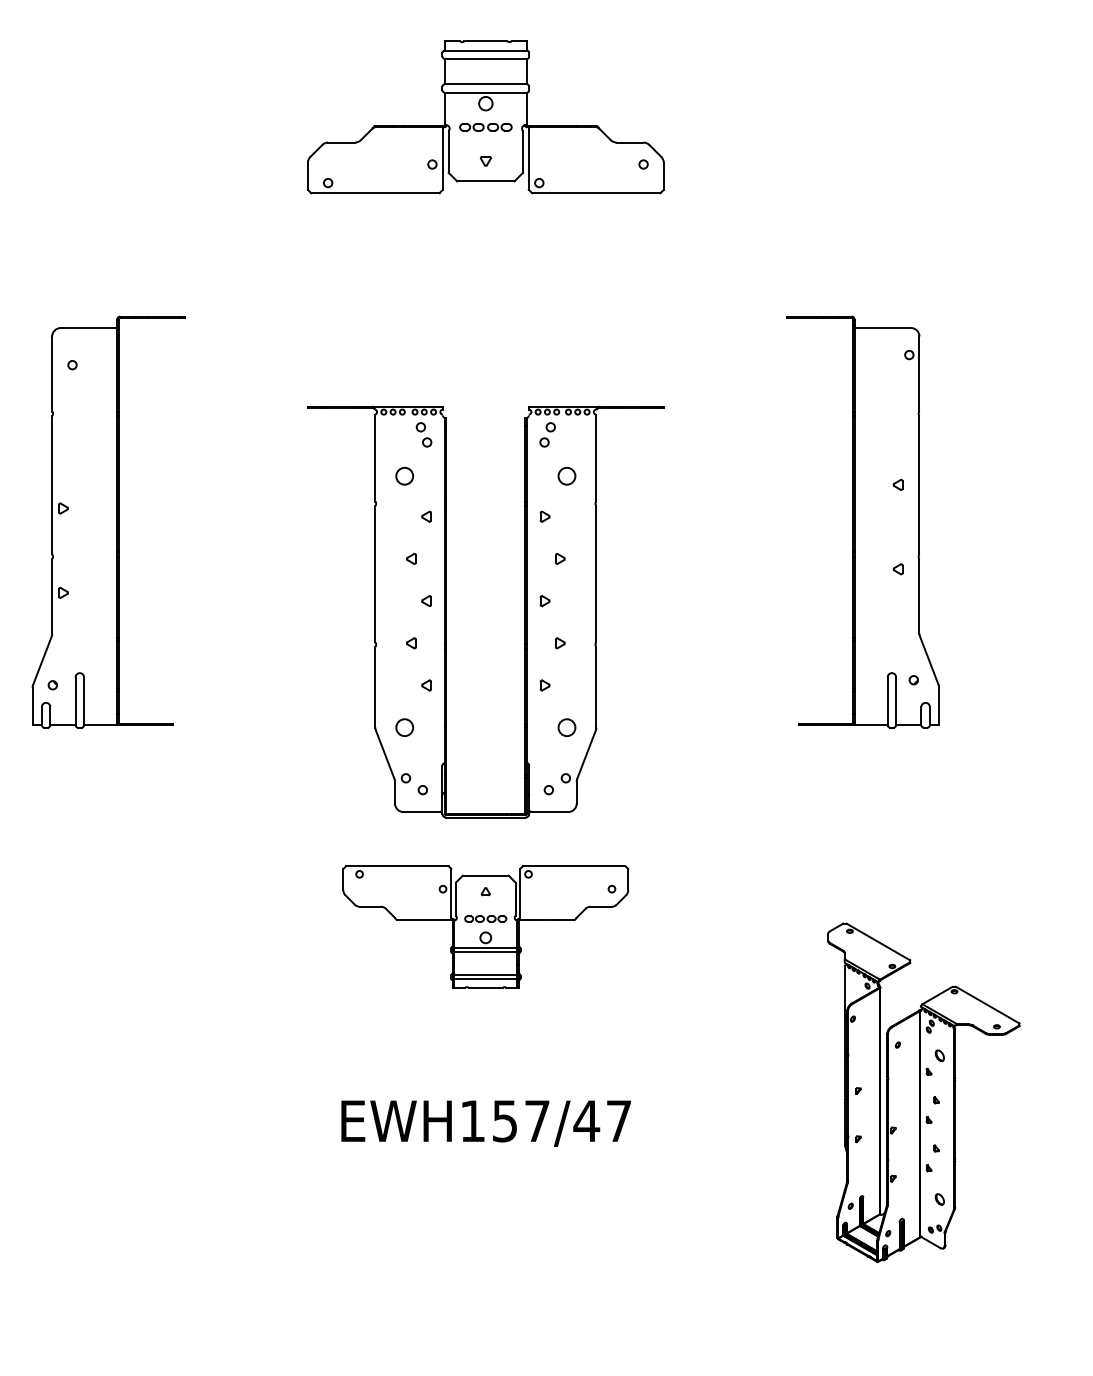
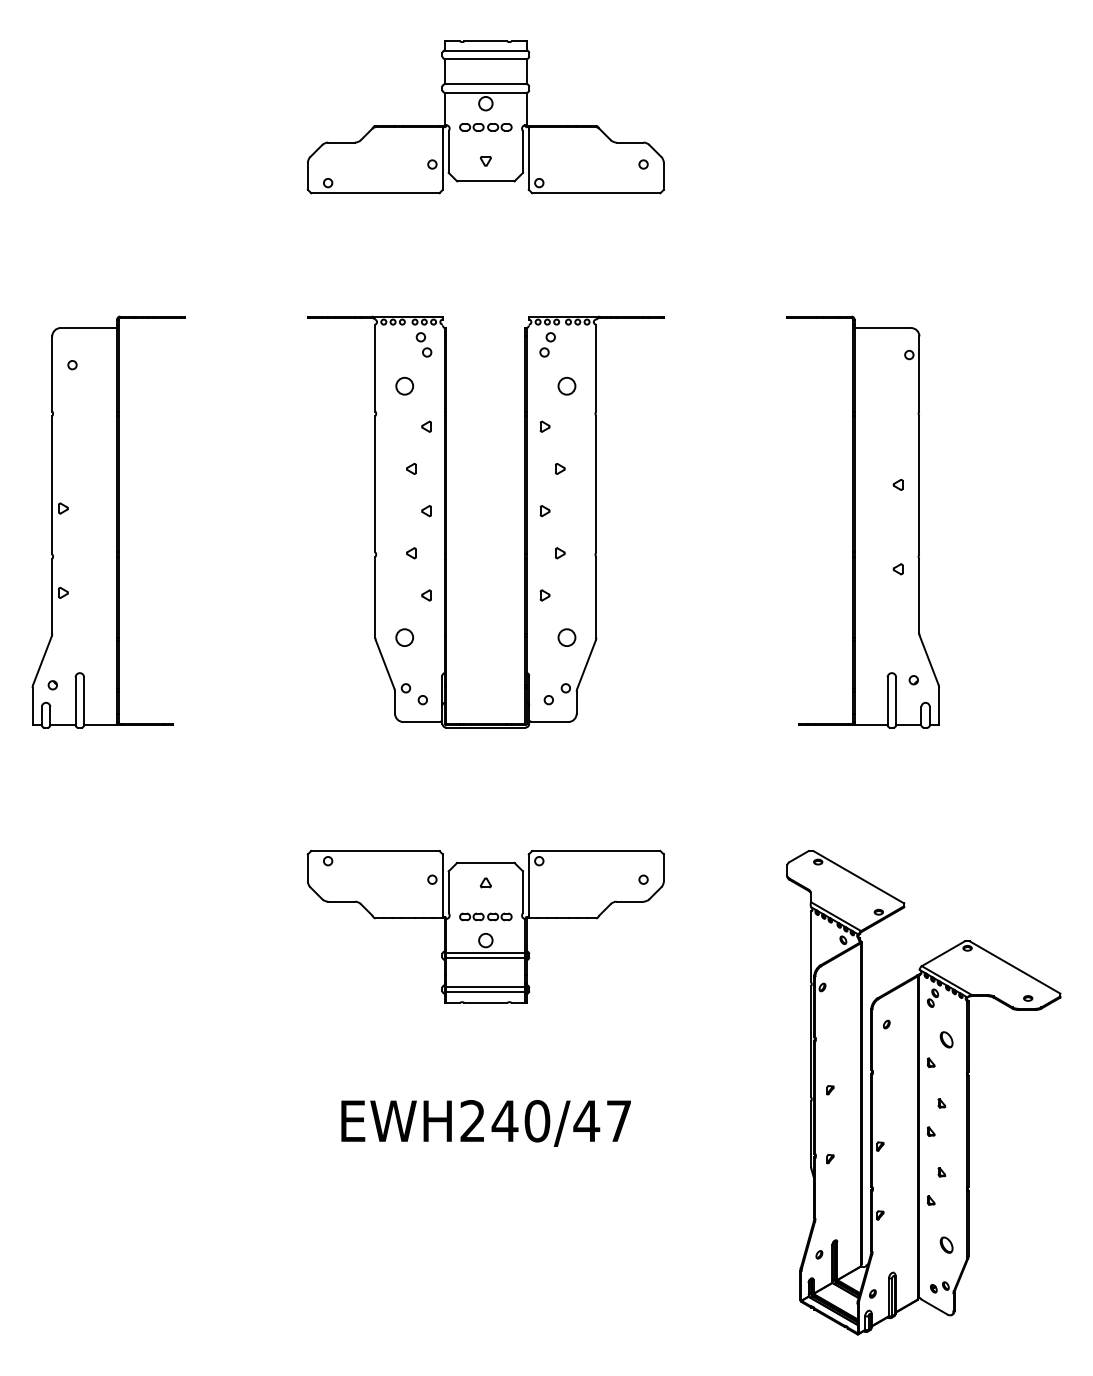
part at (446, 611) position: (446, 611) -> (446, 521)
part at (485, 926) size: 288x124 px -> 359x154 px
part at (923, 1092) size: 194x342 px -> 276x486 px
text at (505, 1121): EWH157/47 -> EWH240/47
